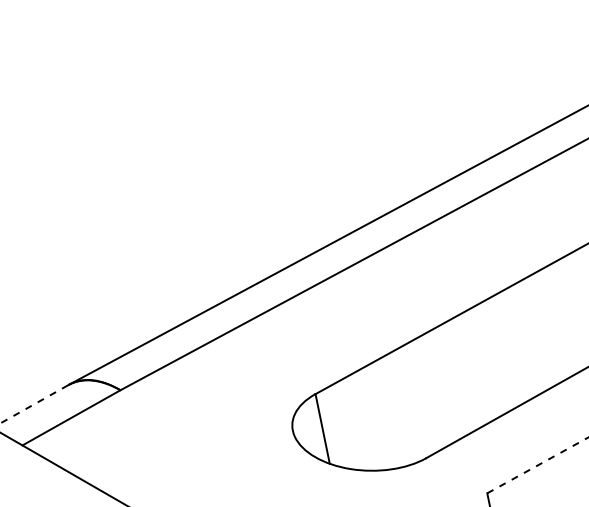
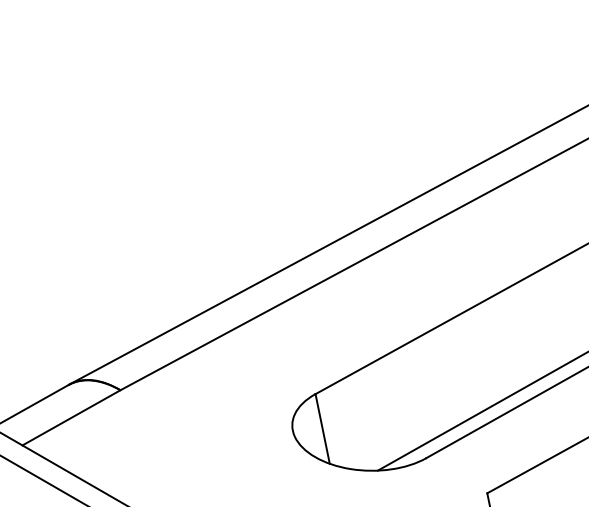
line at (33, 404): dashed -> solid
line at (481, 411): none -> present
line at (538, 465): dashed -> solid
line at (42, 479): none -> present
